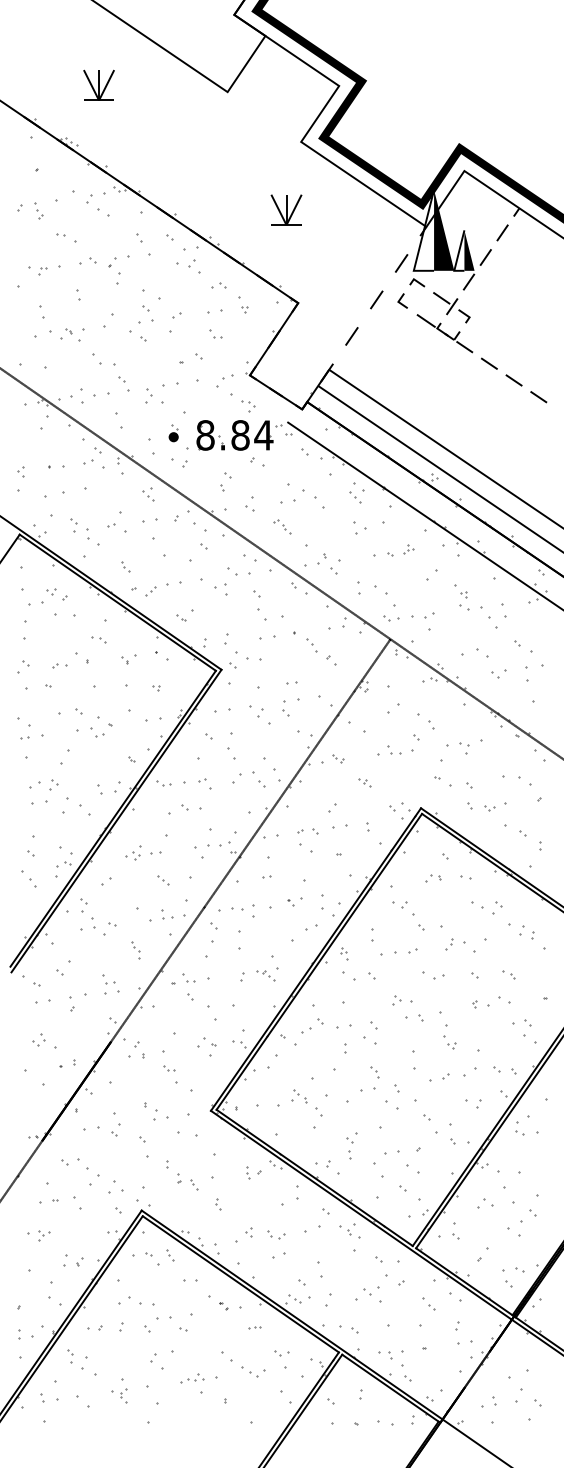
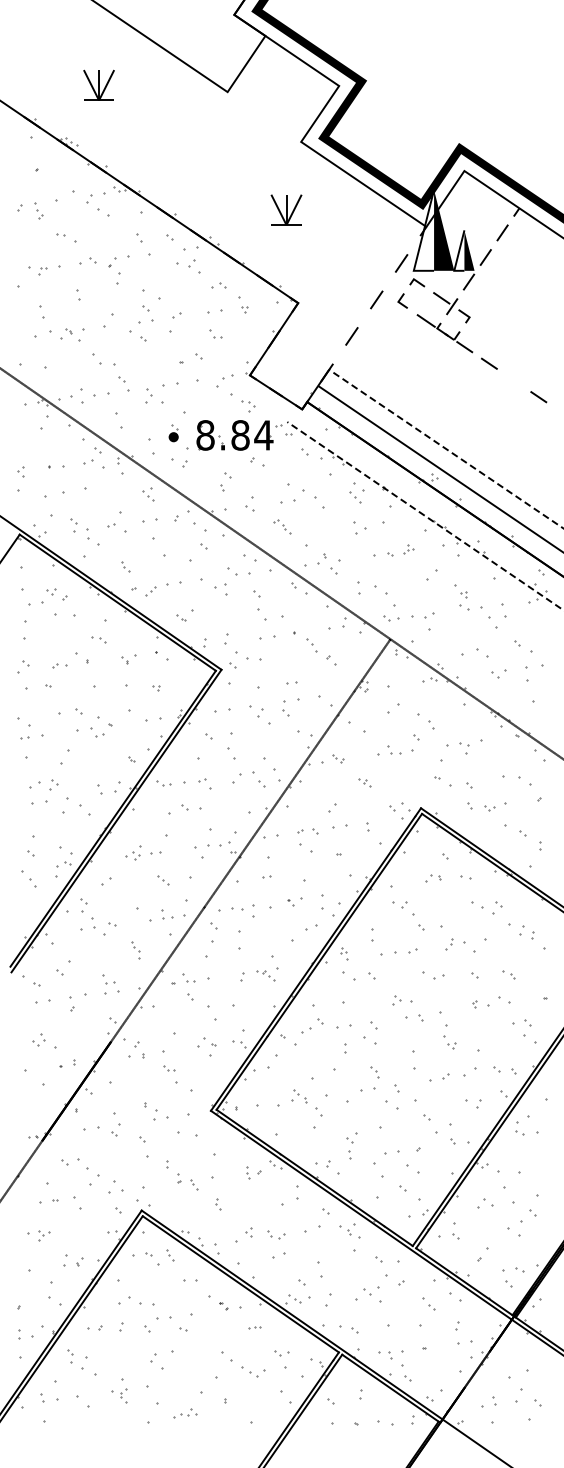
line at (513, 380): present -> none
line at (446, 449): solid -> dashed
line at (425, 515): solid -> dashed
part at (192, 1378) position: (192, 1378) -> (185, 1413)
